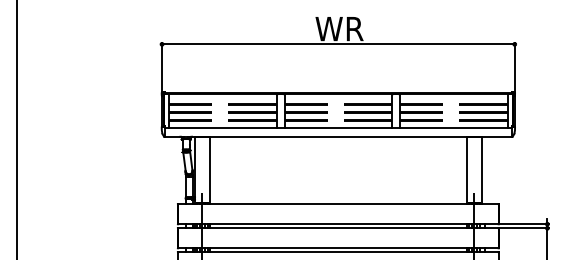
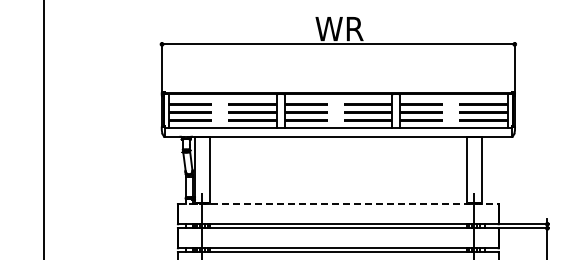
line at (16, 129) position: (16, 129) -> (43, 129)
line at (338, 204): solid -> dashed
